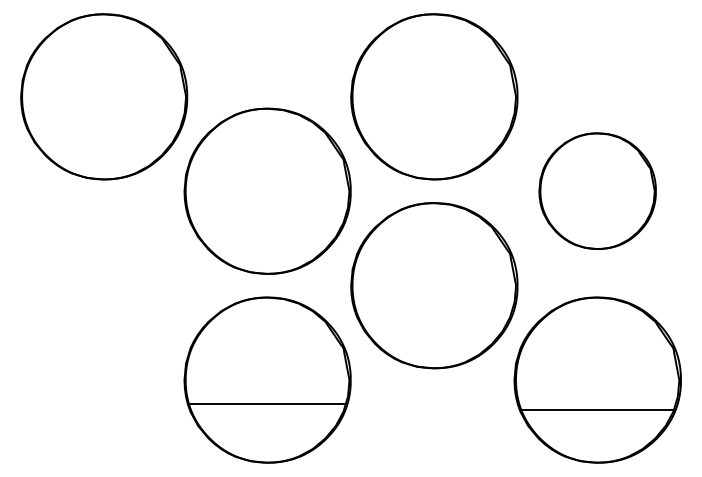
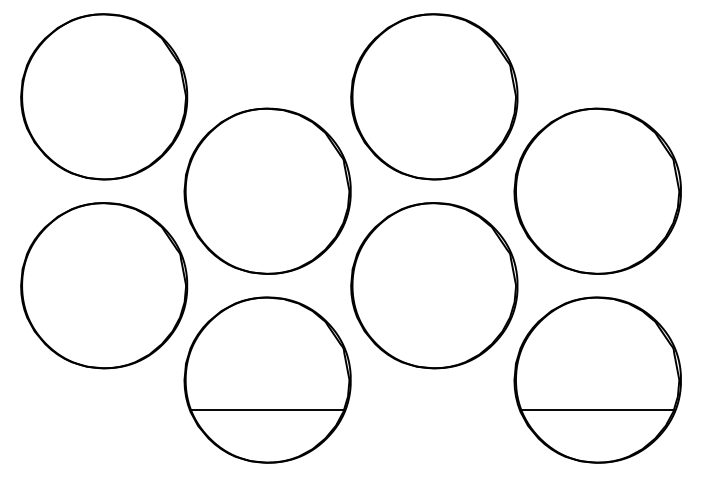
part at (597, 190) size: 119x118 px -> 169x168 px
part at (104, 285): none -> present
line at (267, 403) position: (267, 403) -> (267, 409)
